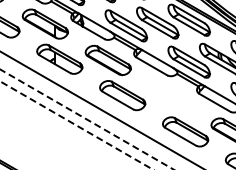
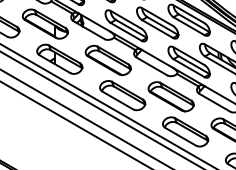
part at (170, 96): none -> present
line at (107, 105): none -> present
line at (87, 119): dashed -> solid
line at (76, 125): dashed -> solid
